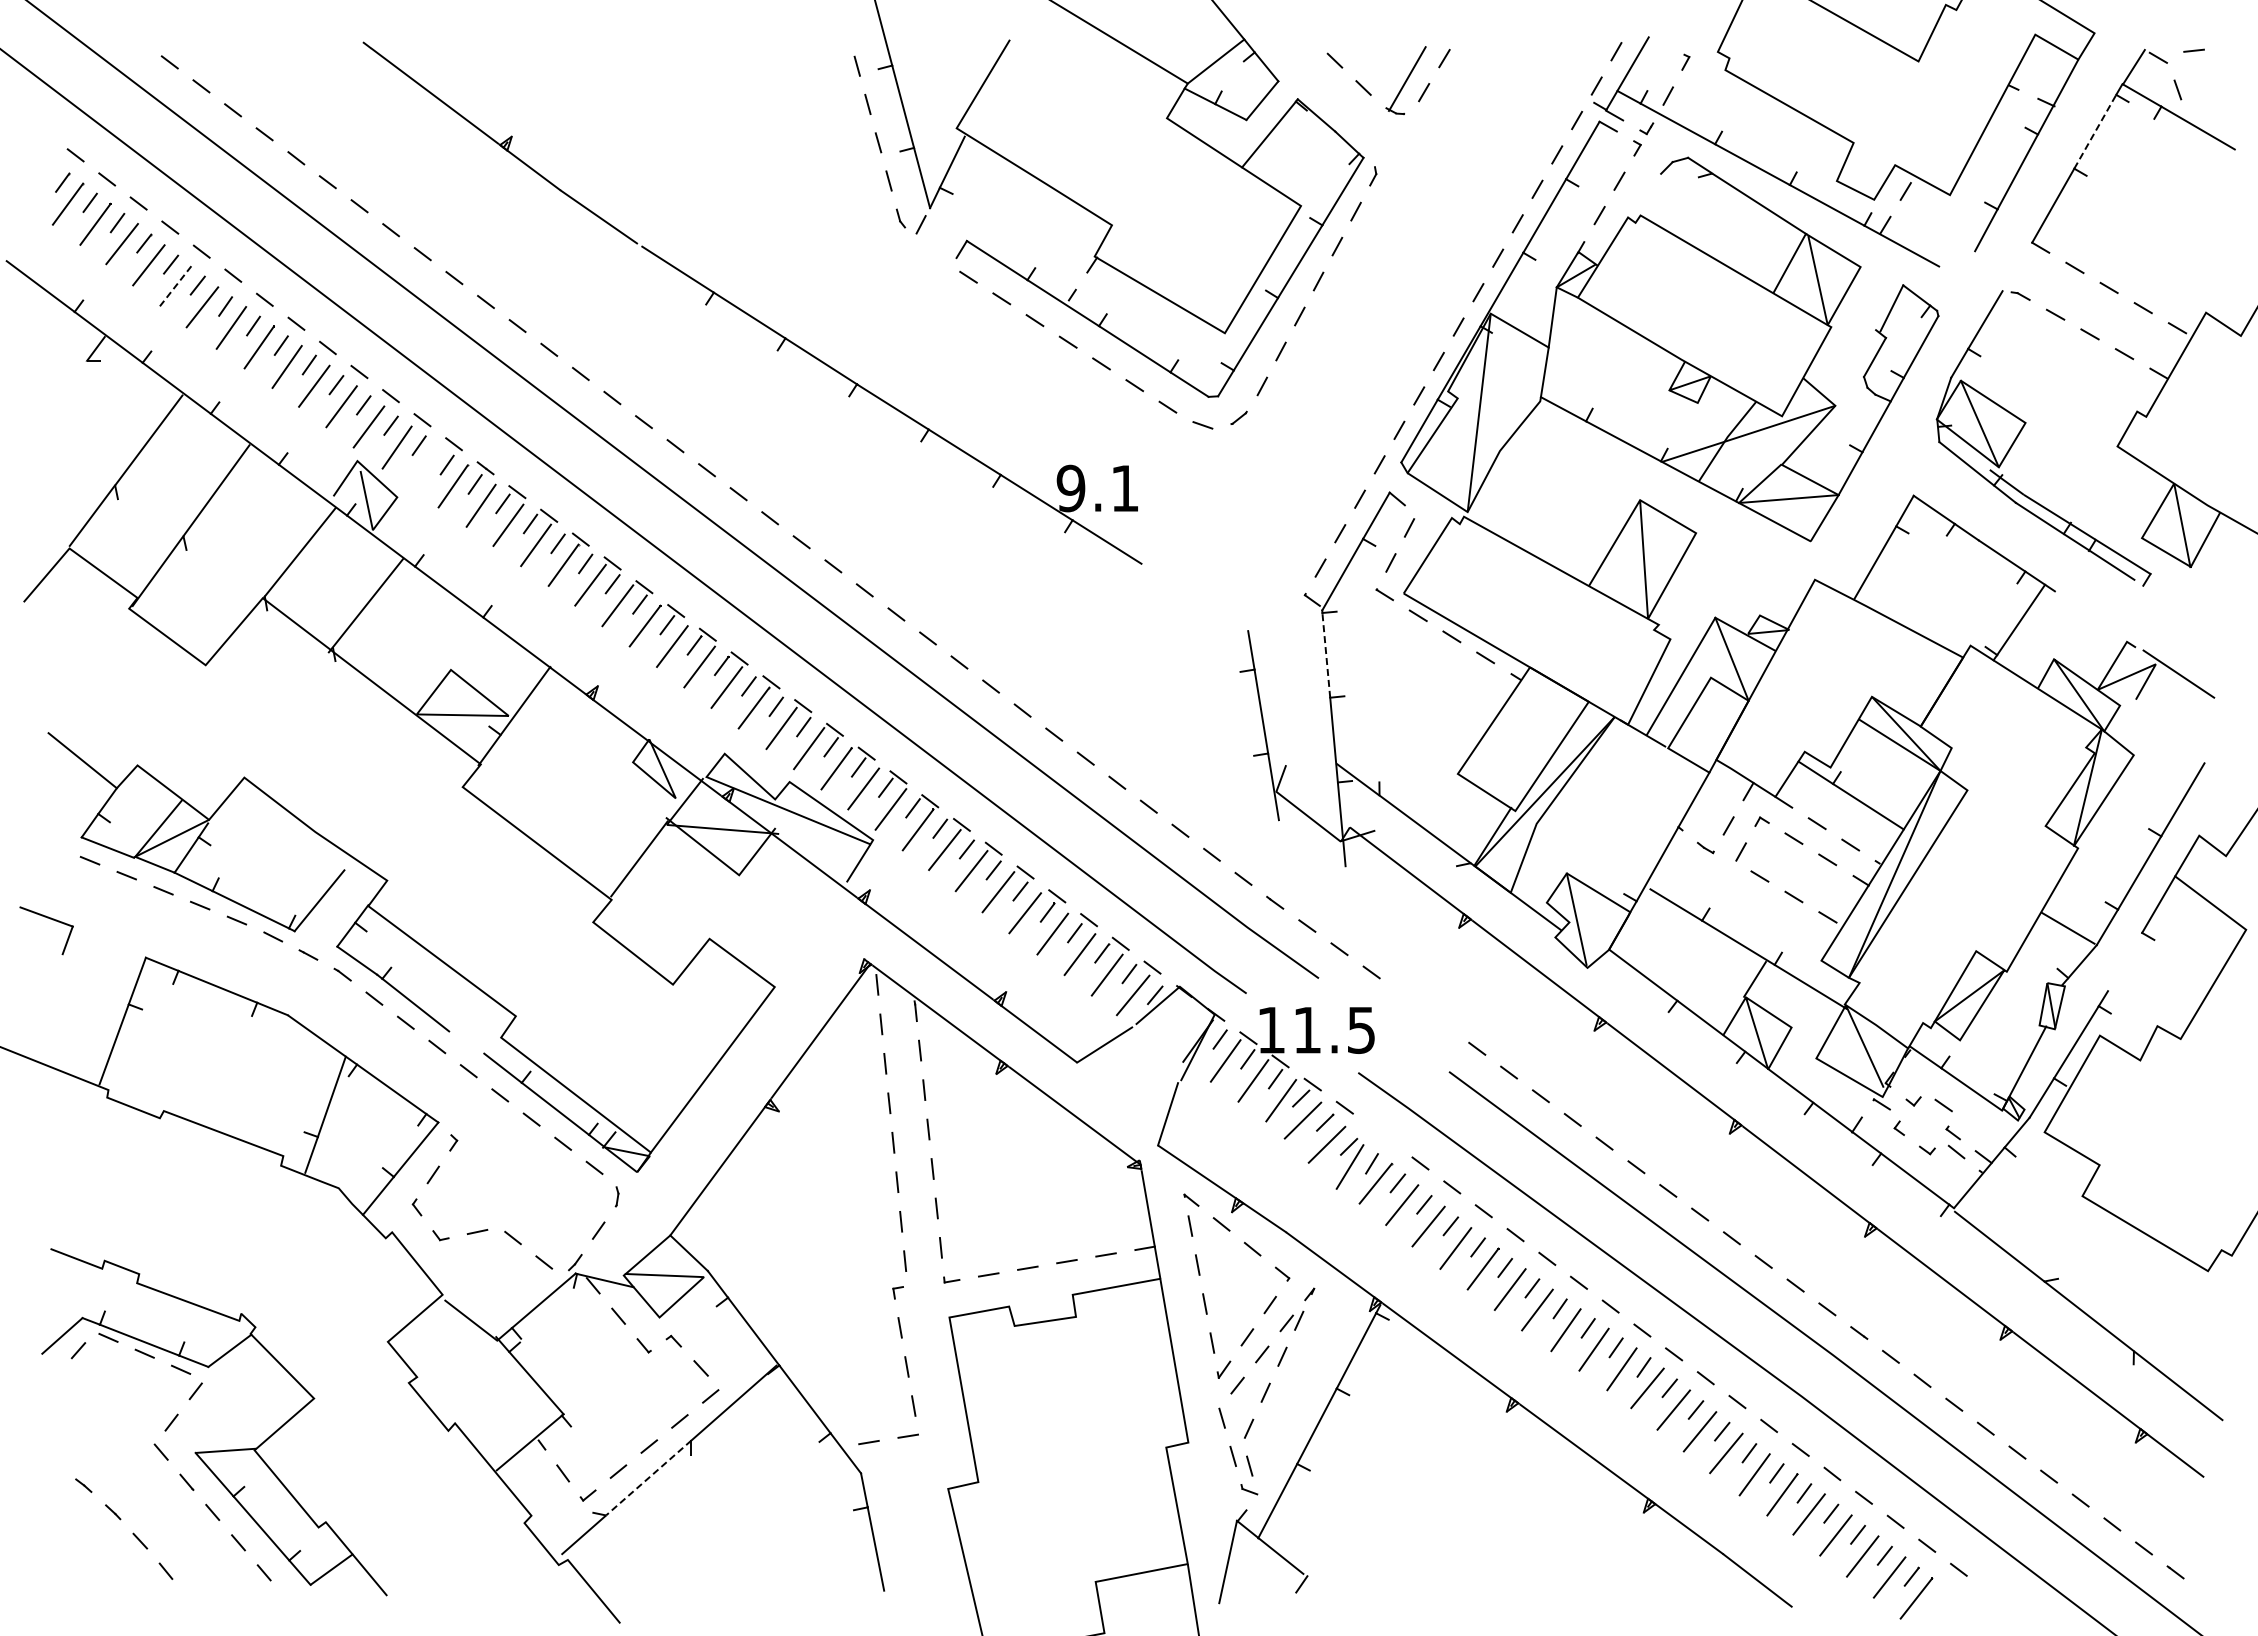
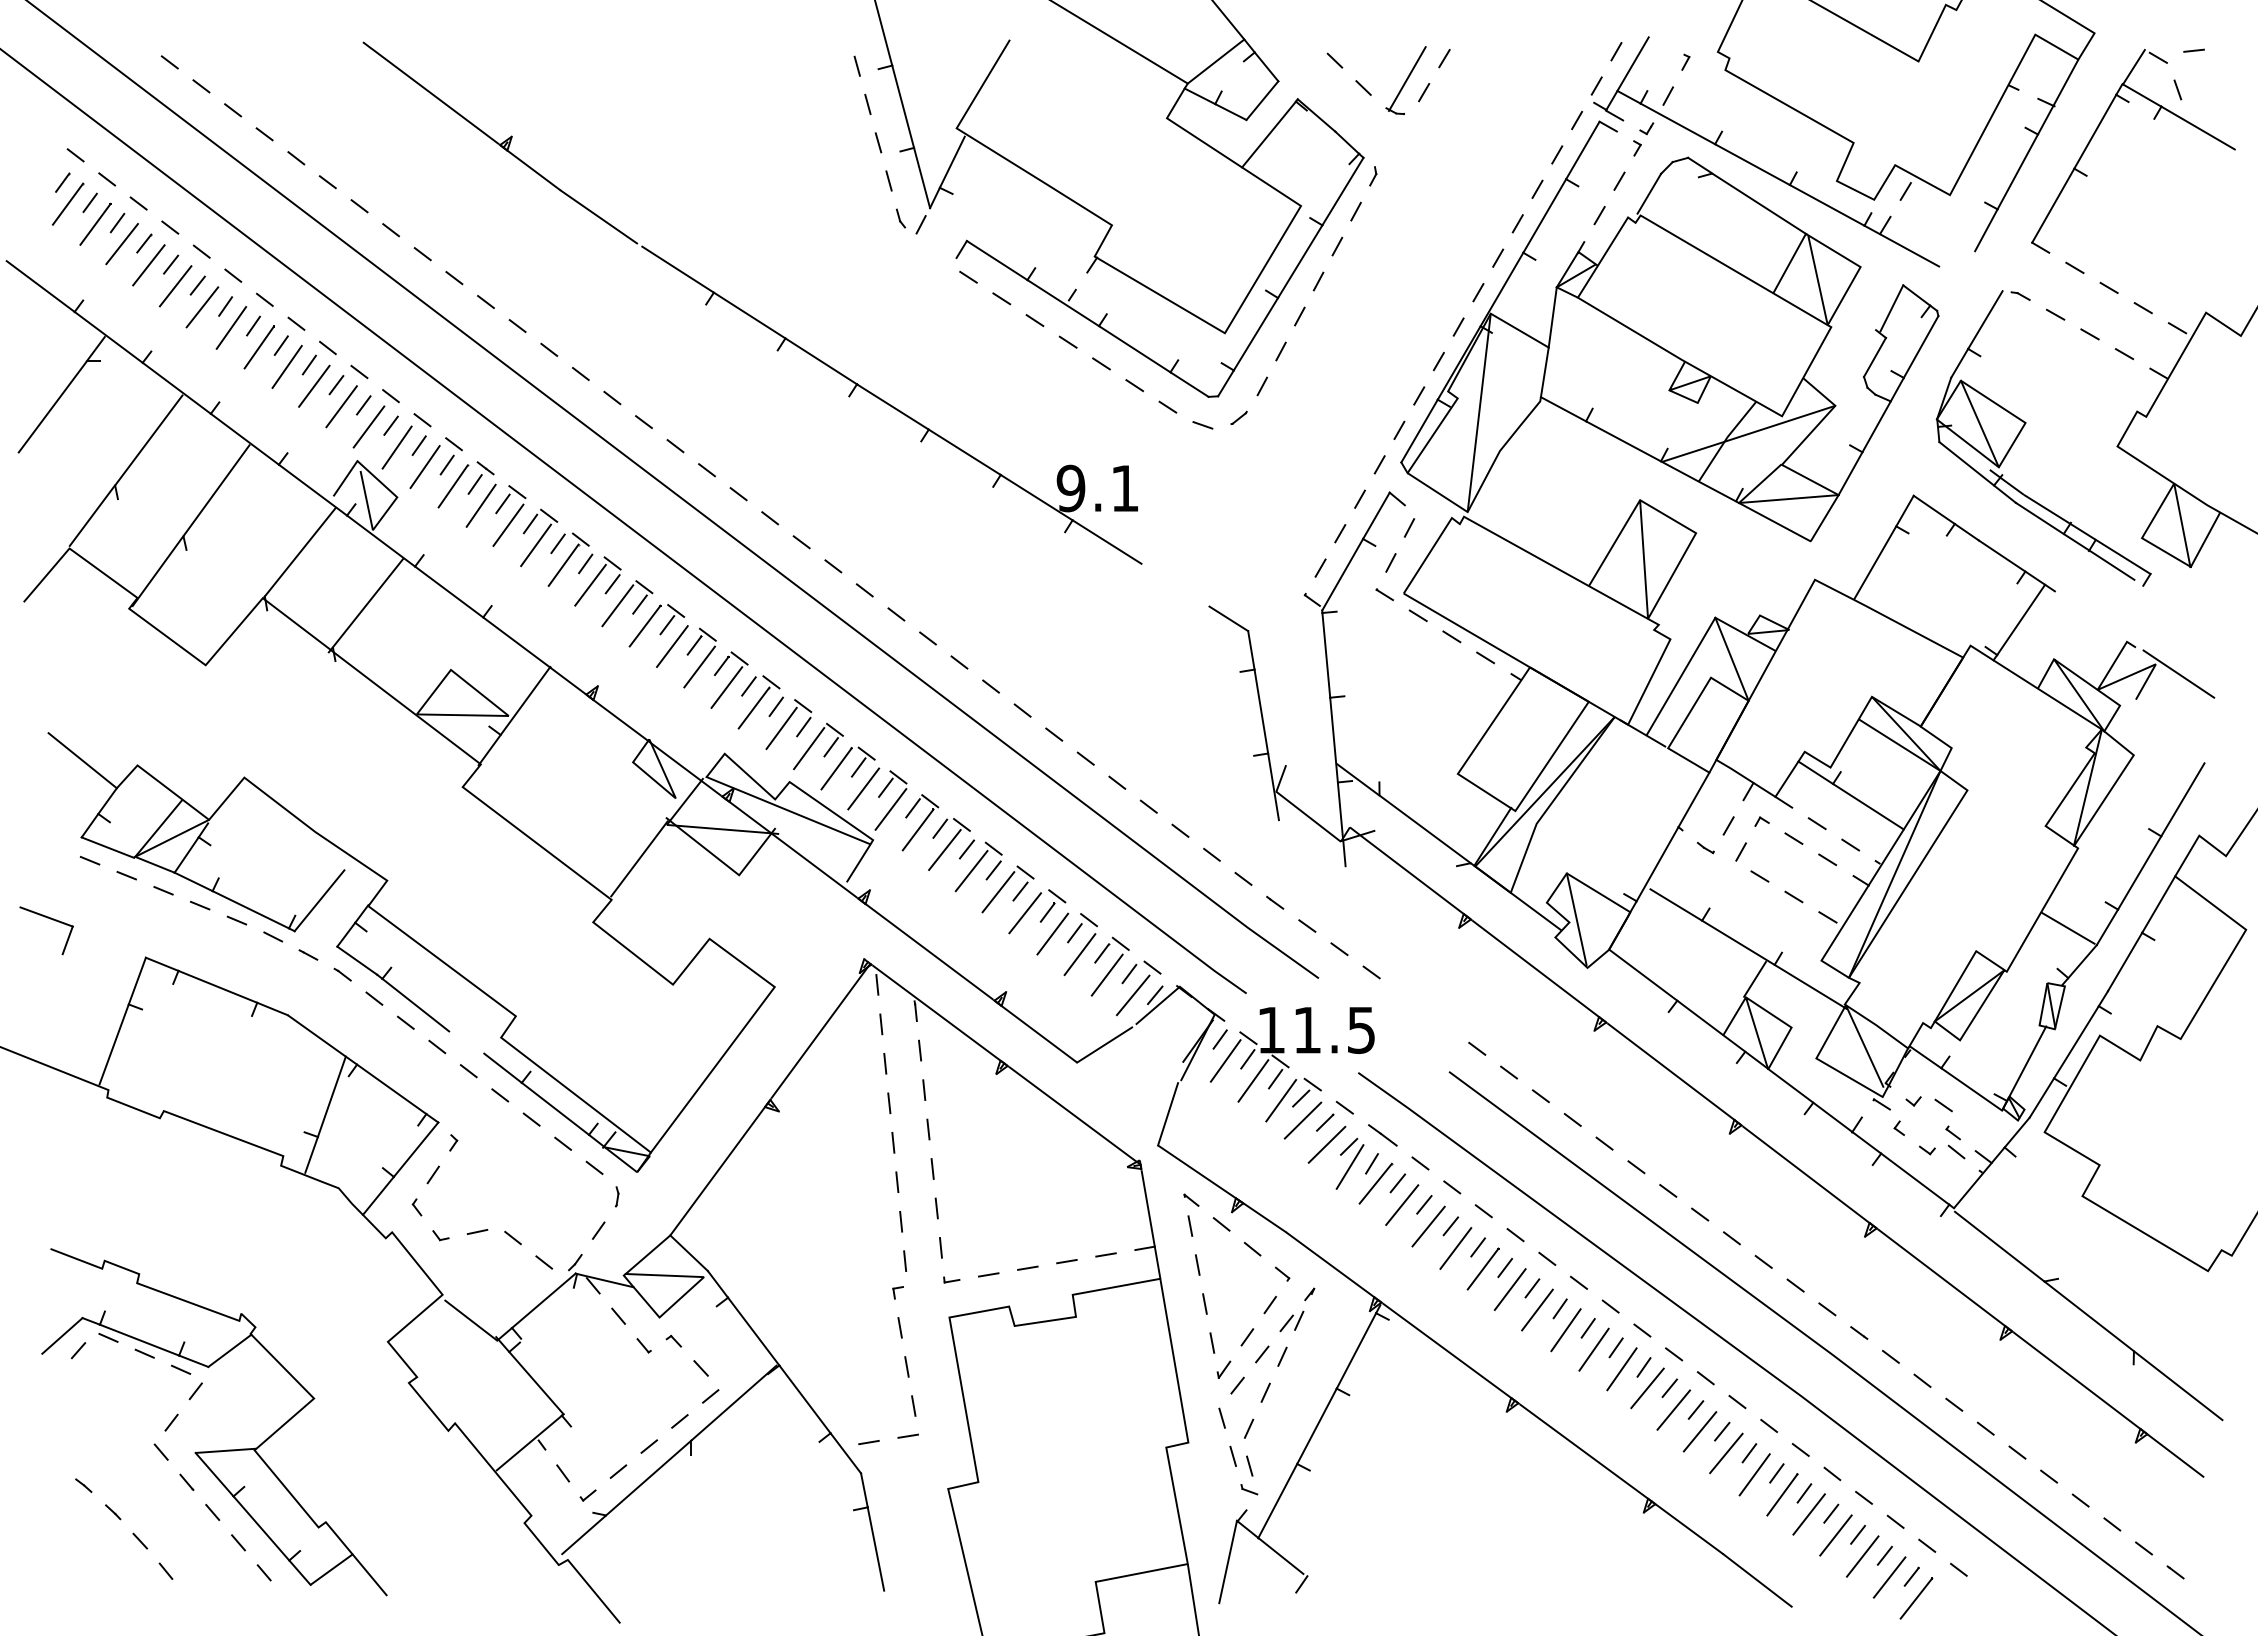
line at (2095, 131): dashed -> solid
line at (1649, 193): none -> present
line at (175, 286): dashed -> solid
line at (52, 406): none -> present
line at (424, 467): none -> present
line at (1228, 618): none -> present
line at (1326, 655): dashed -> solid
line at (2125, 961): none -> present
line at (1382, 1135): none -> present
line at (648, 1477): dashed -> solid
